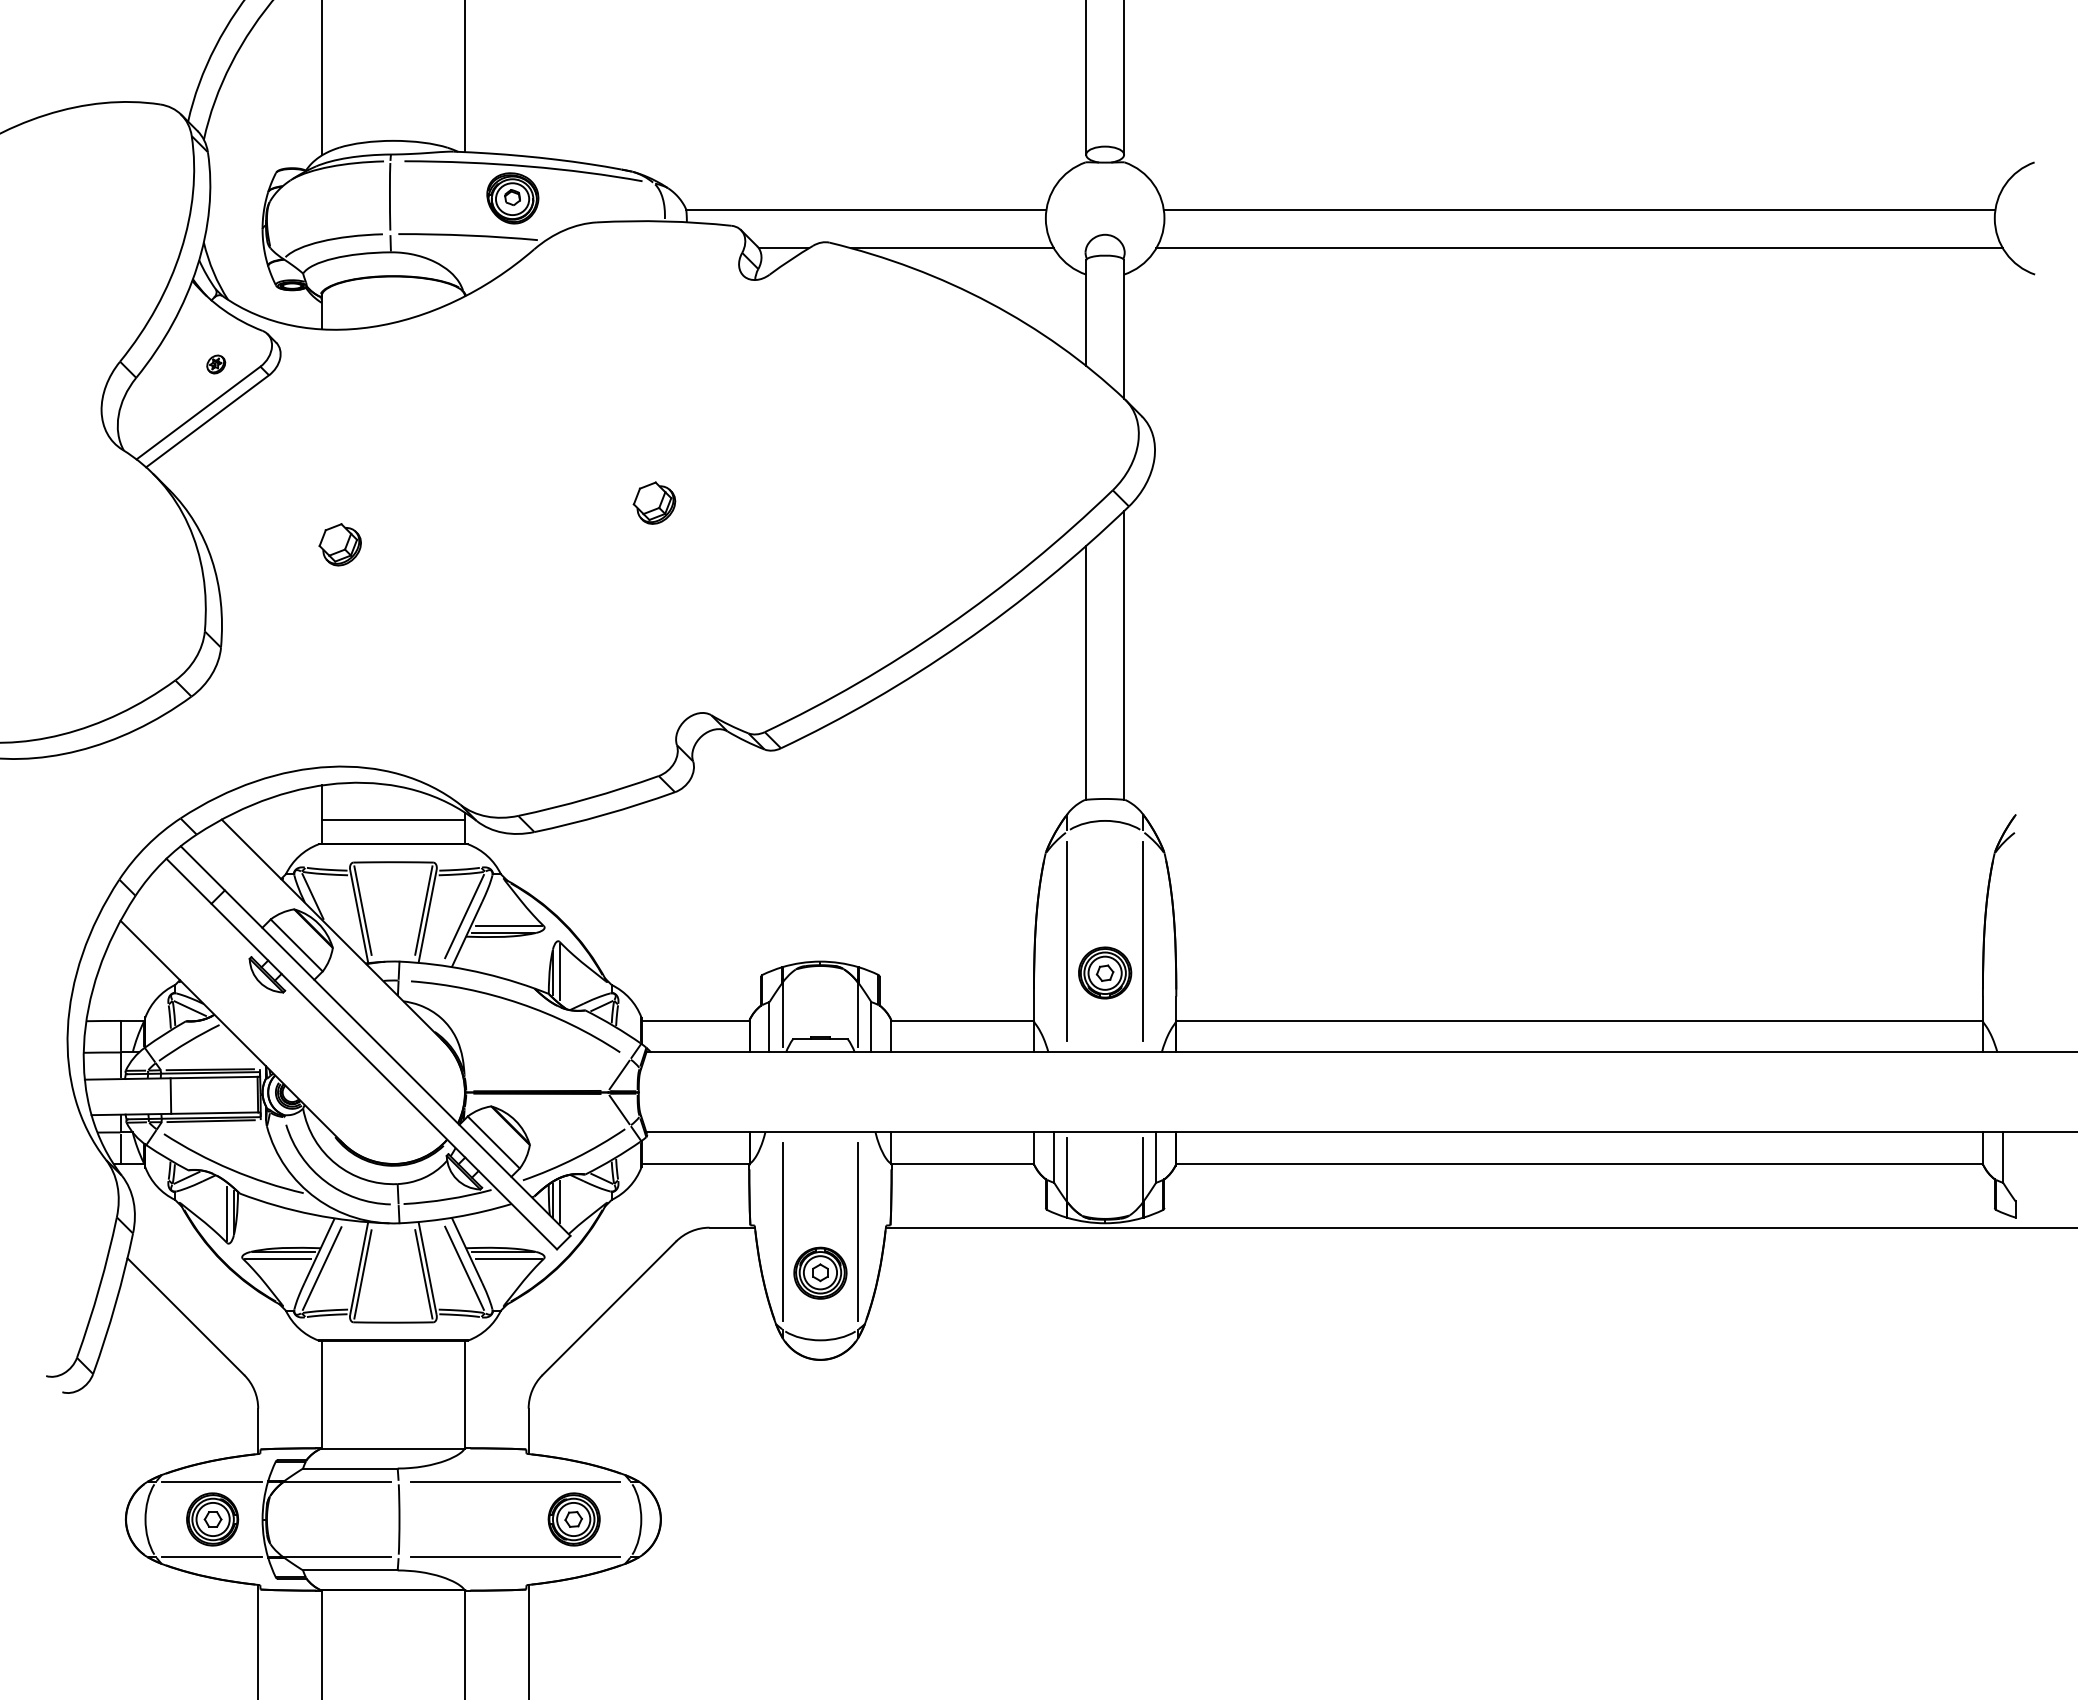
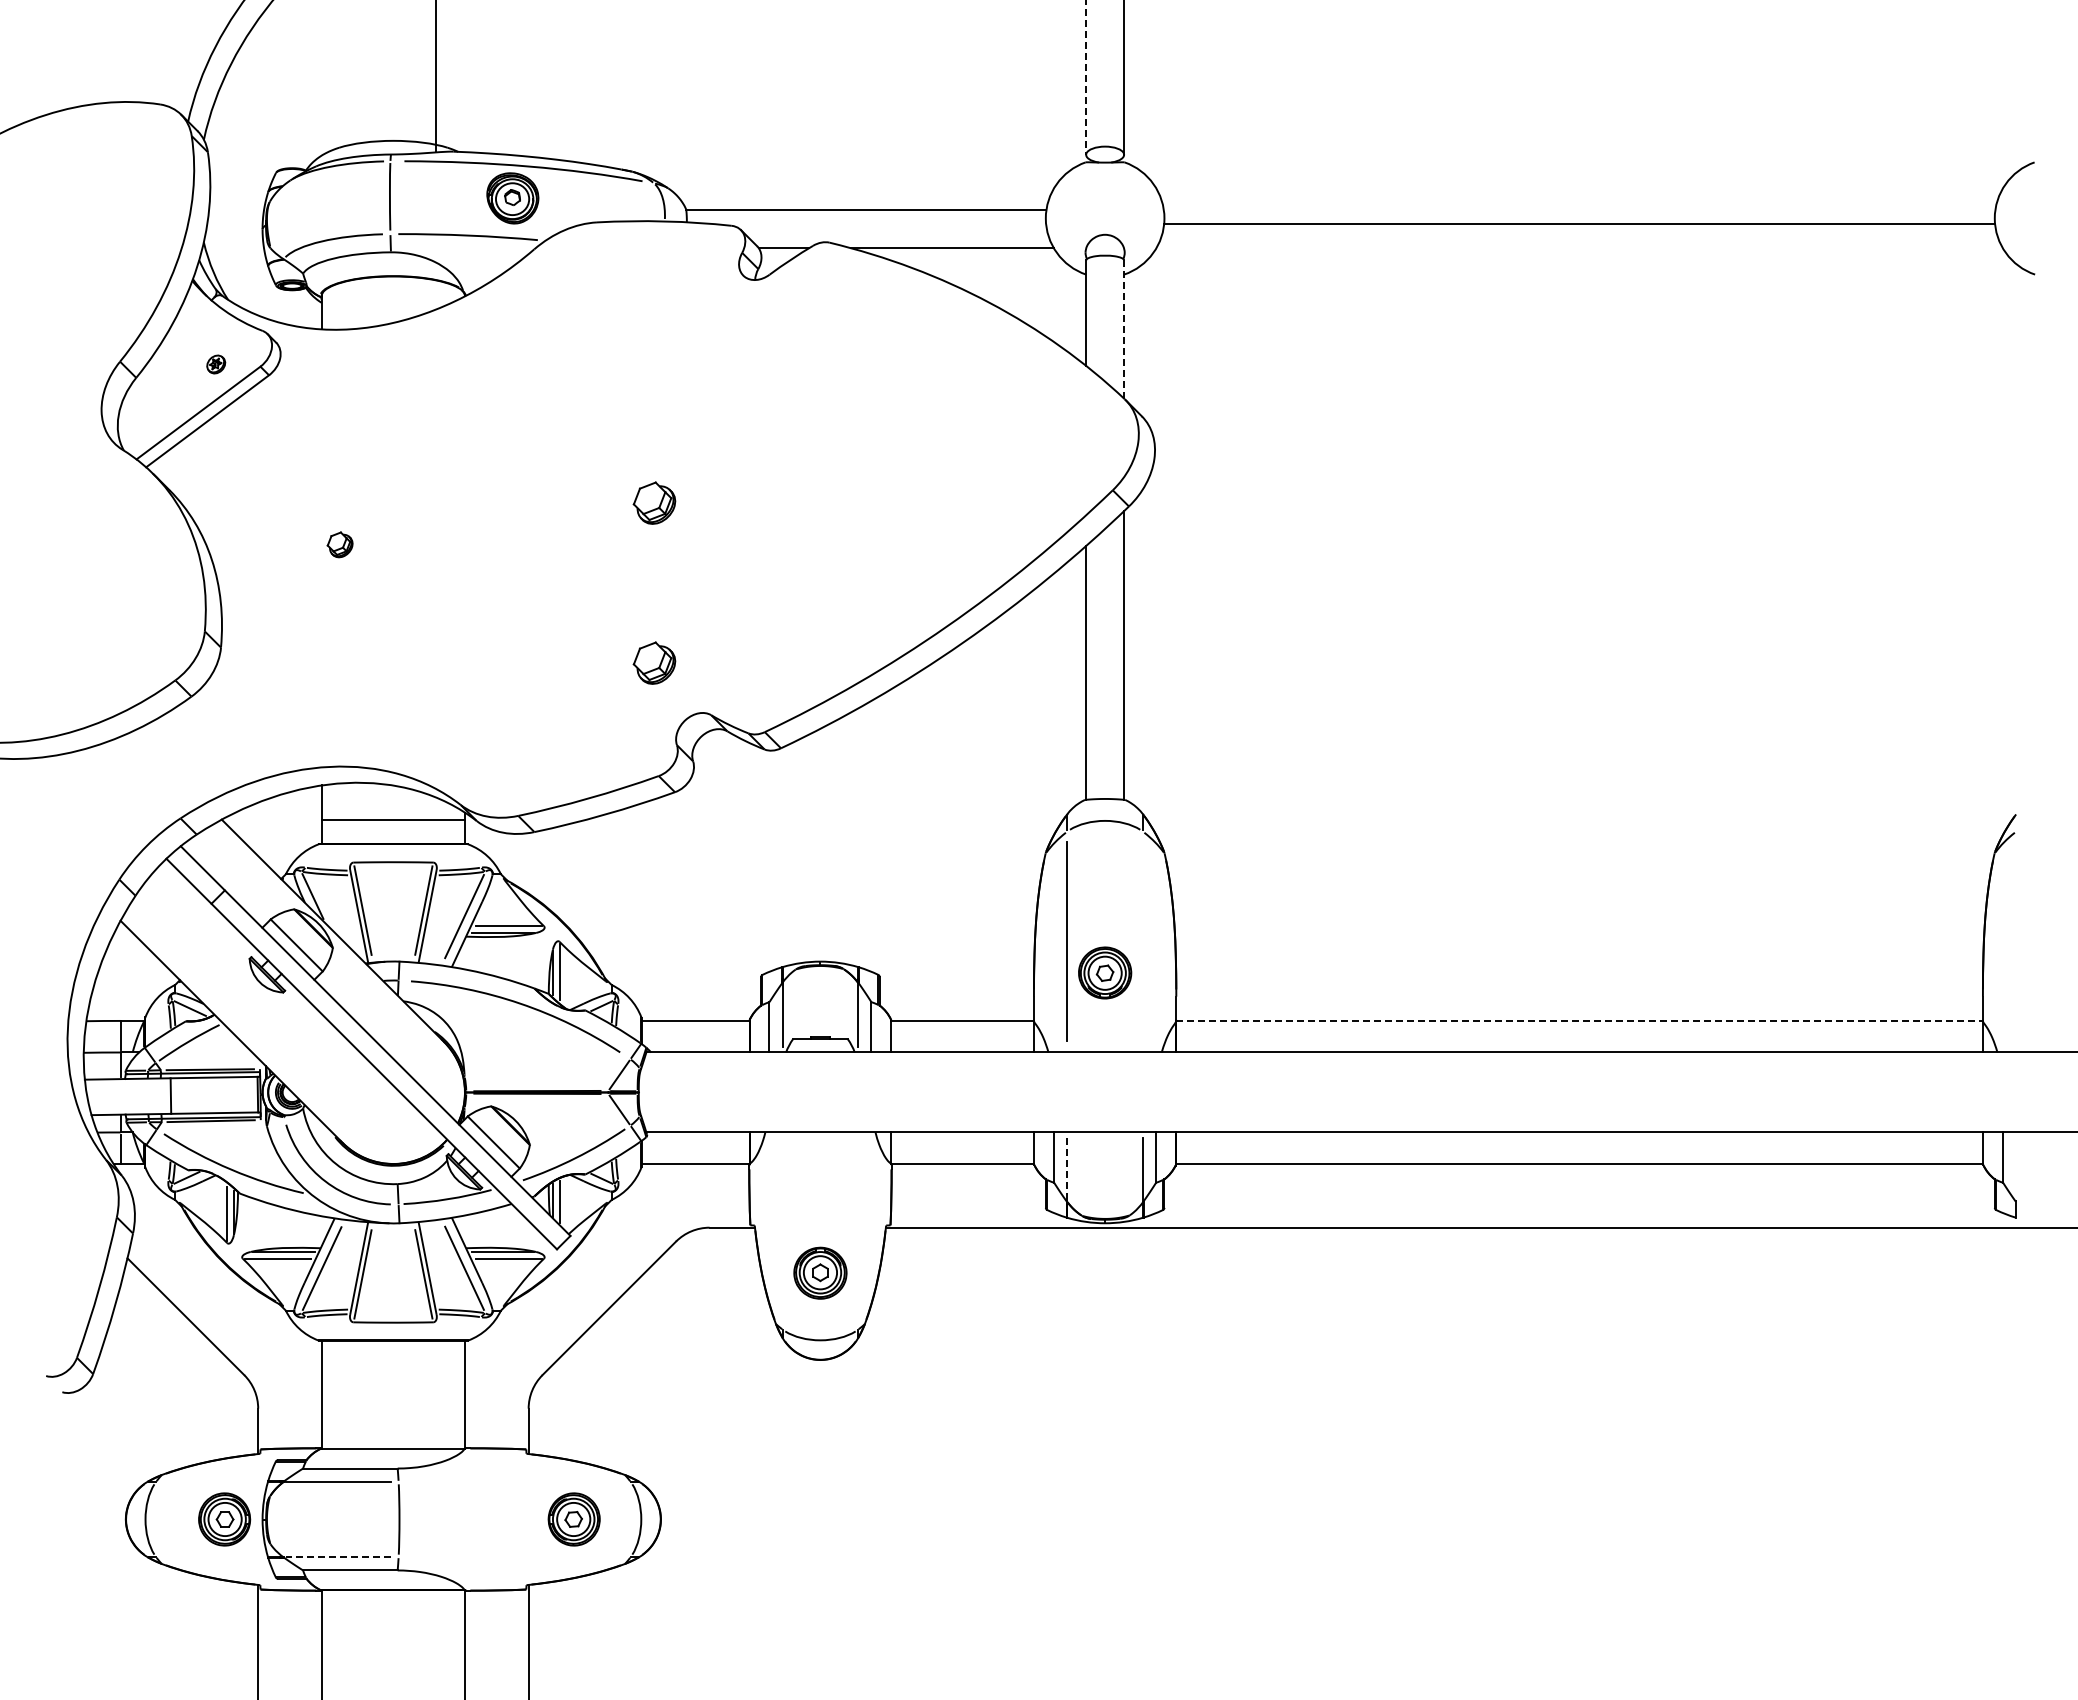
line at (464, 77) position: (464, 77) -> (435, 77)
line at (1086, 77): solid -> dashed
line at (321, 78): present -> none
line at (1579, 210) position: (1579, 210) -> (1579, 224)
line at (1579, 248): present -> none
line at (1124, 330): solid -> dashed
part at (339, 544) size: 44x44 px -> 28x28 px
part at (654, 662): none -> present
line at (1143, 940): present -> none
line at (1580, 1020): solid -> dashed
line at (1067, 1169): solid -> dashed
line at (782, 1231): present -> none
line at (858, 1231): present -> none
line at (211, 1481): present -> none
line at (515, 1481): present -> none
part at (212, 1519) position: (212, 1519) -> (224, 1519)
line at (211, 1557): present -> none
line at (338, 1557): solid -> dashed
line at (515, 1557): present -> none
